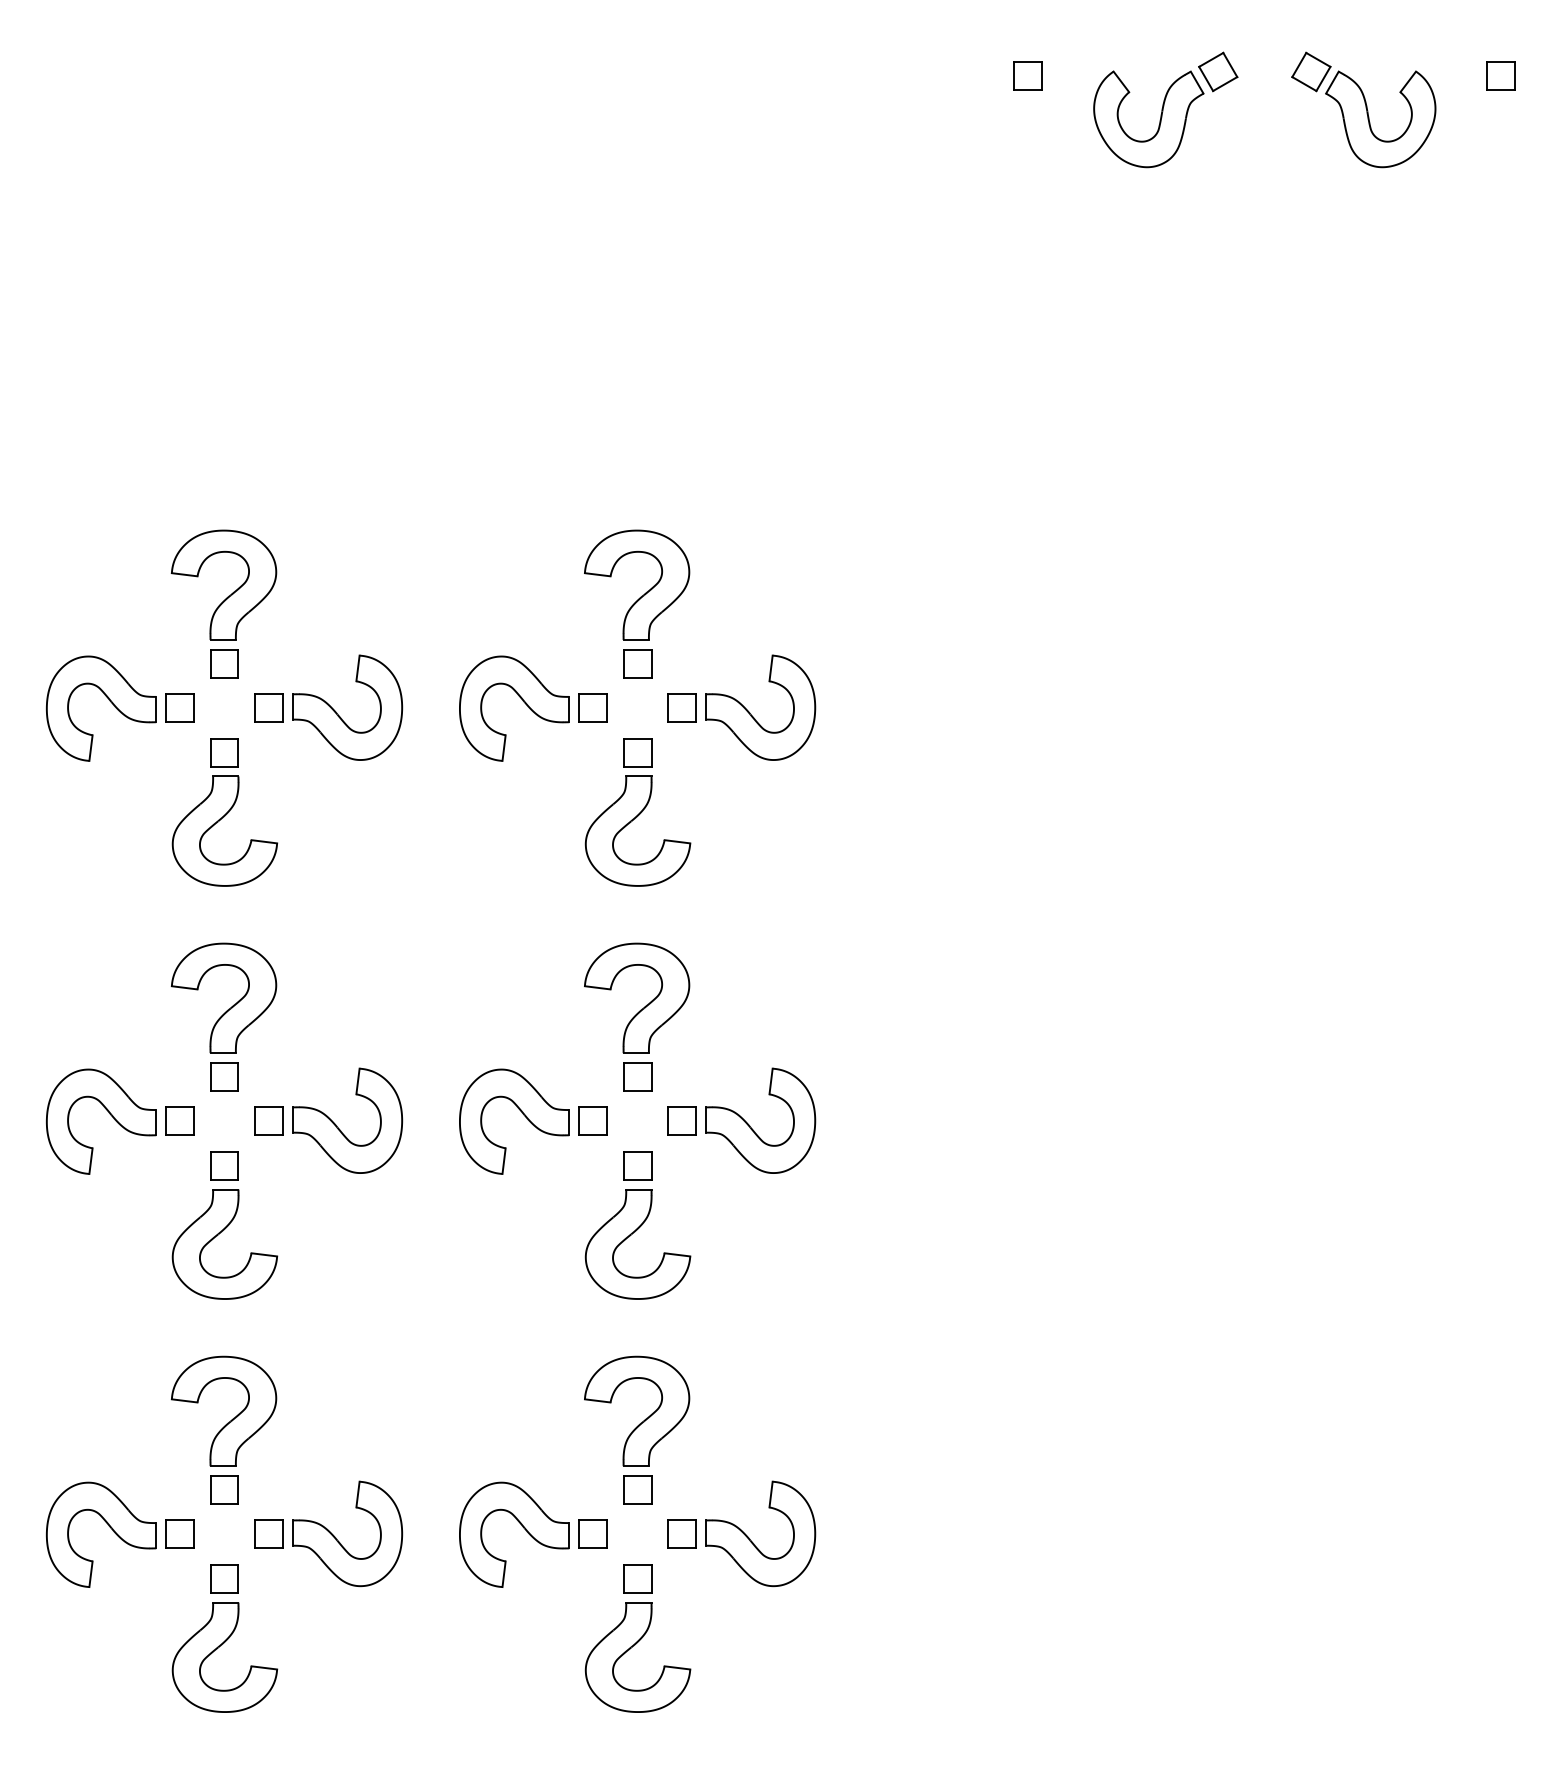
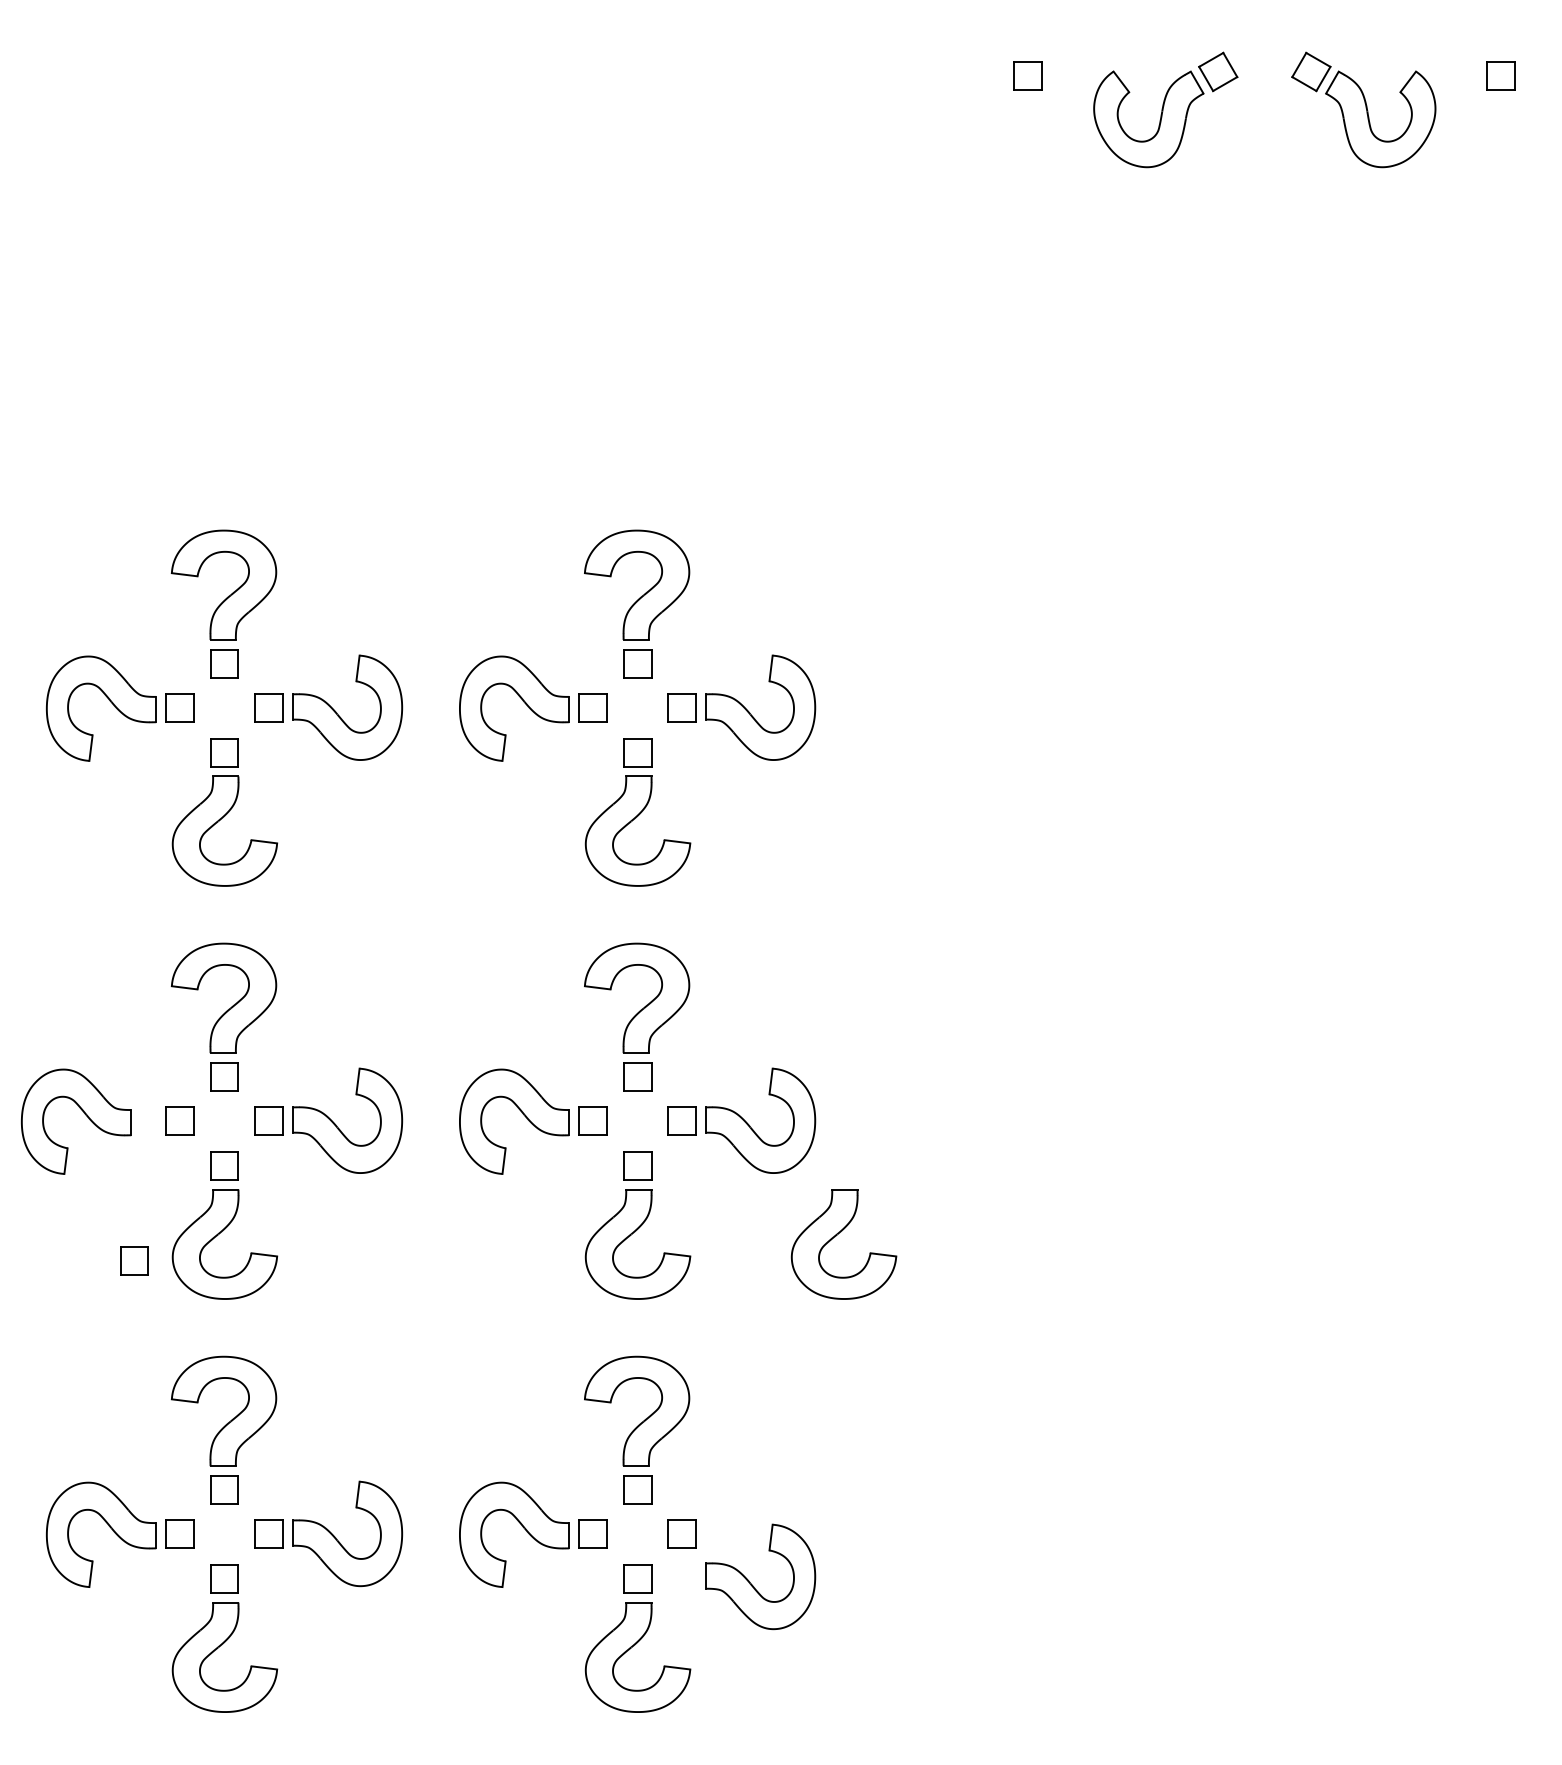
part at (109, 1114) position: (109, 1114) -> (84, 1114)
part at (836, 1236): none -> present
part at (134, 1260): none -> present
part at (752, 1541) position: (752, 1541) -> (752, 1584)
